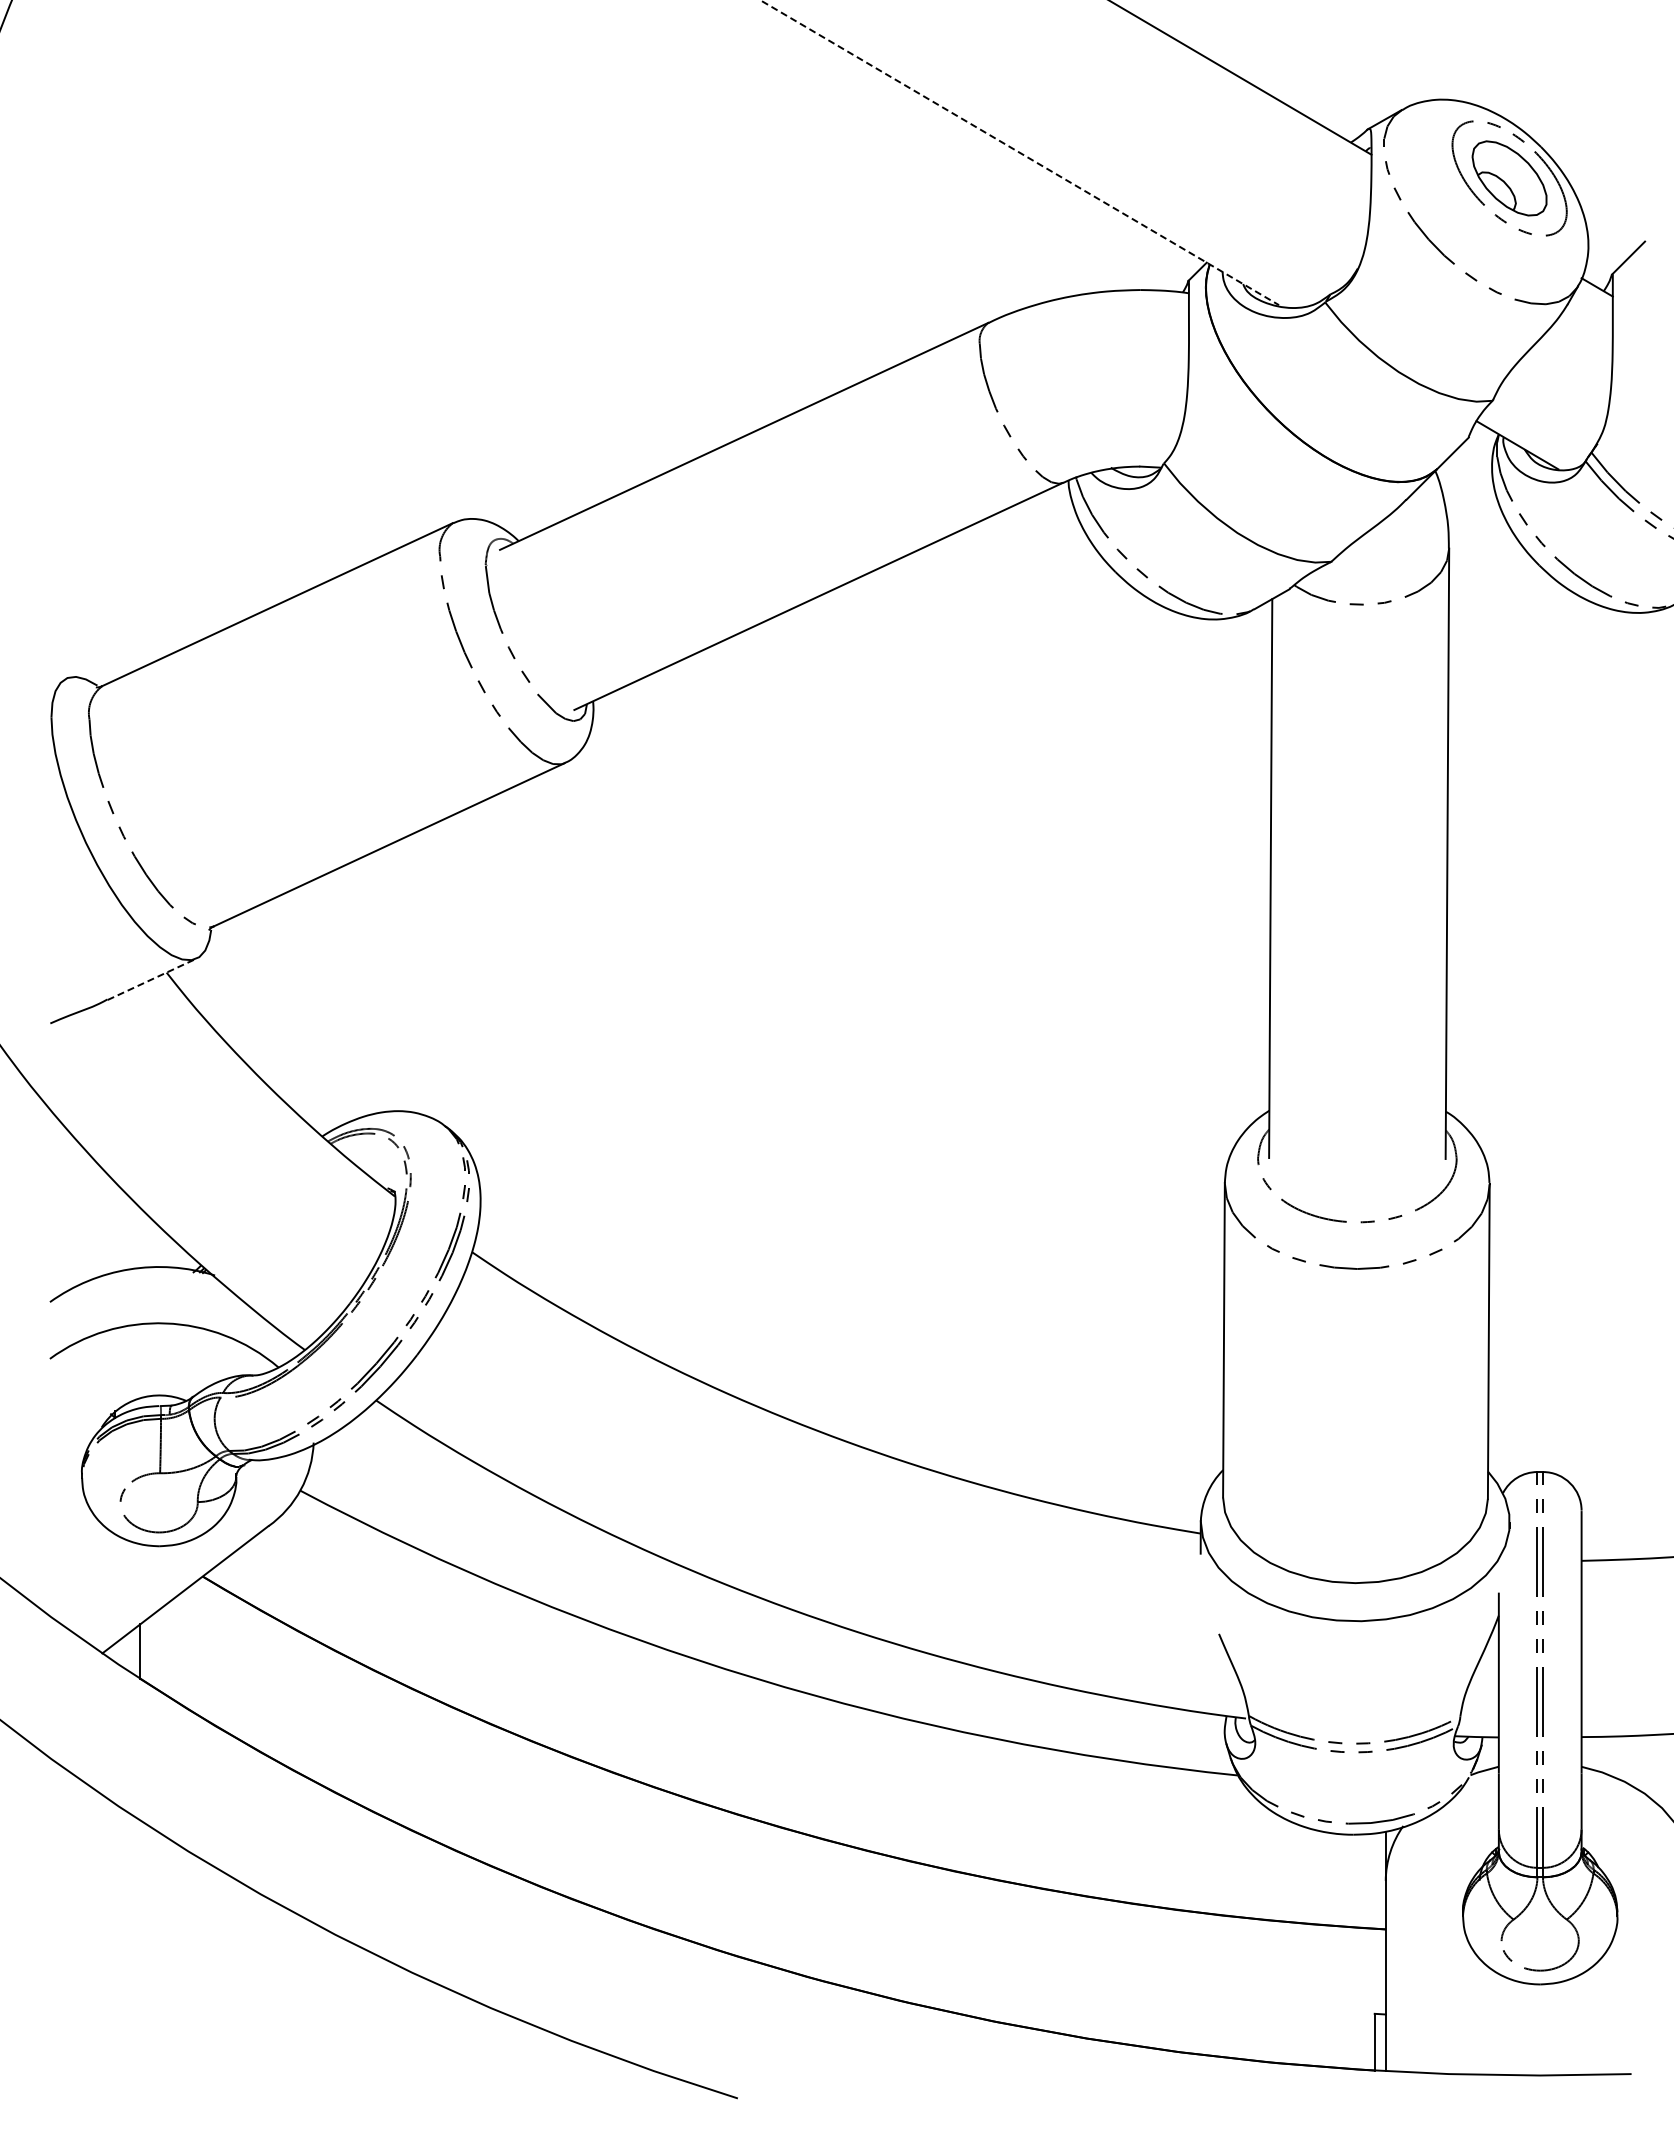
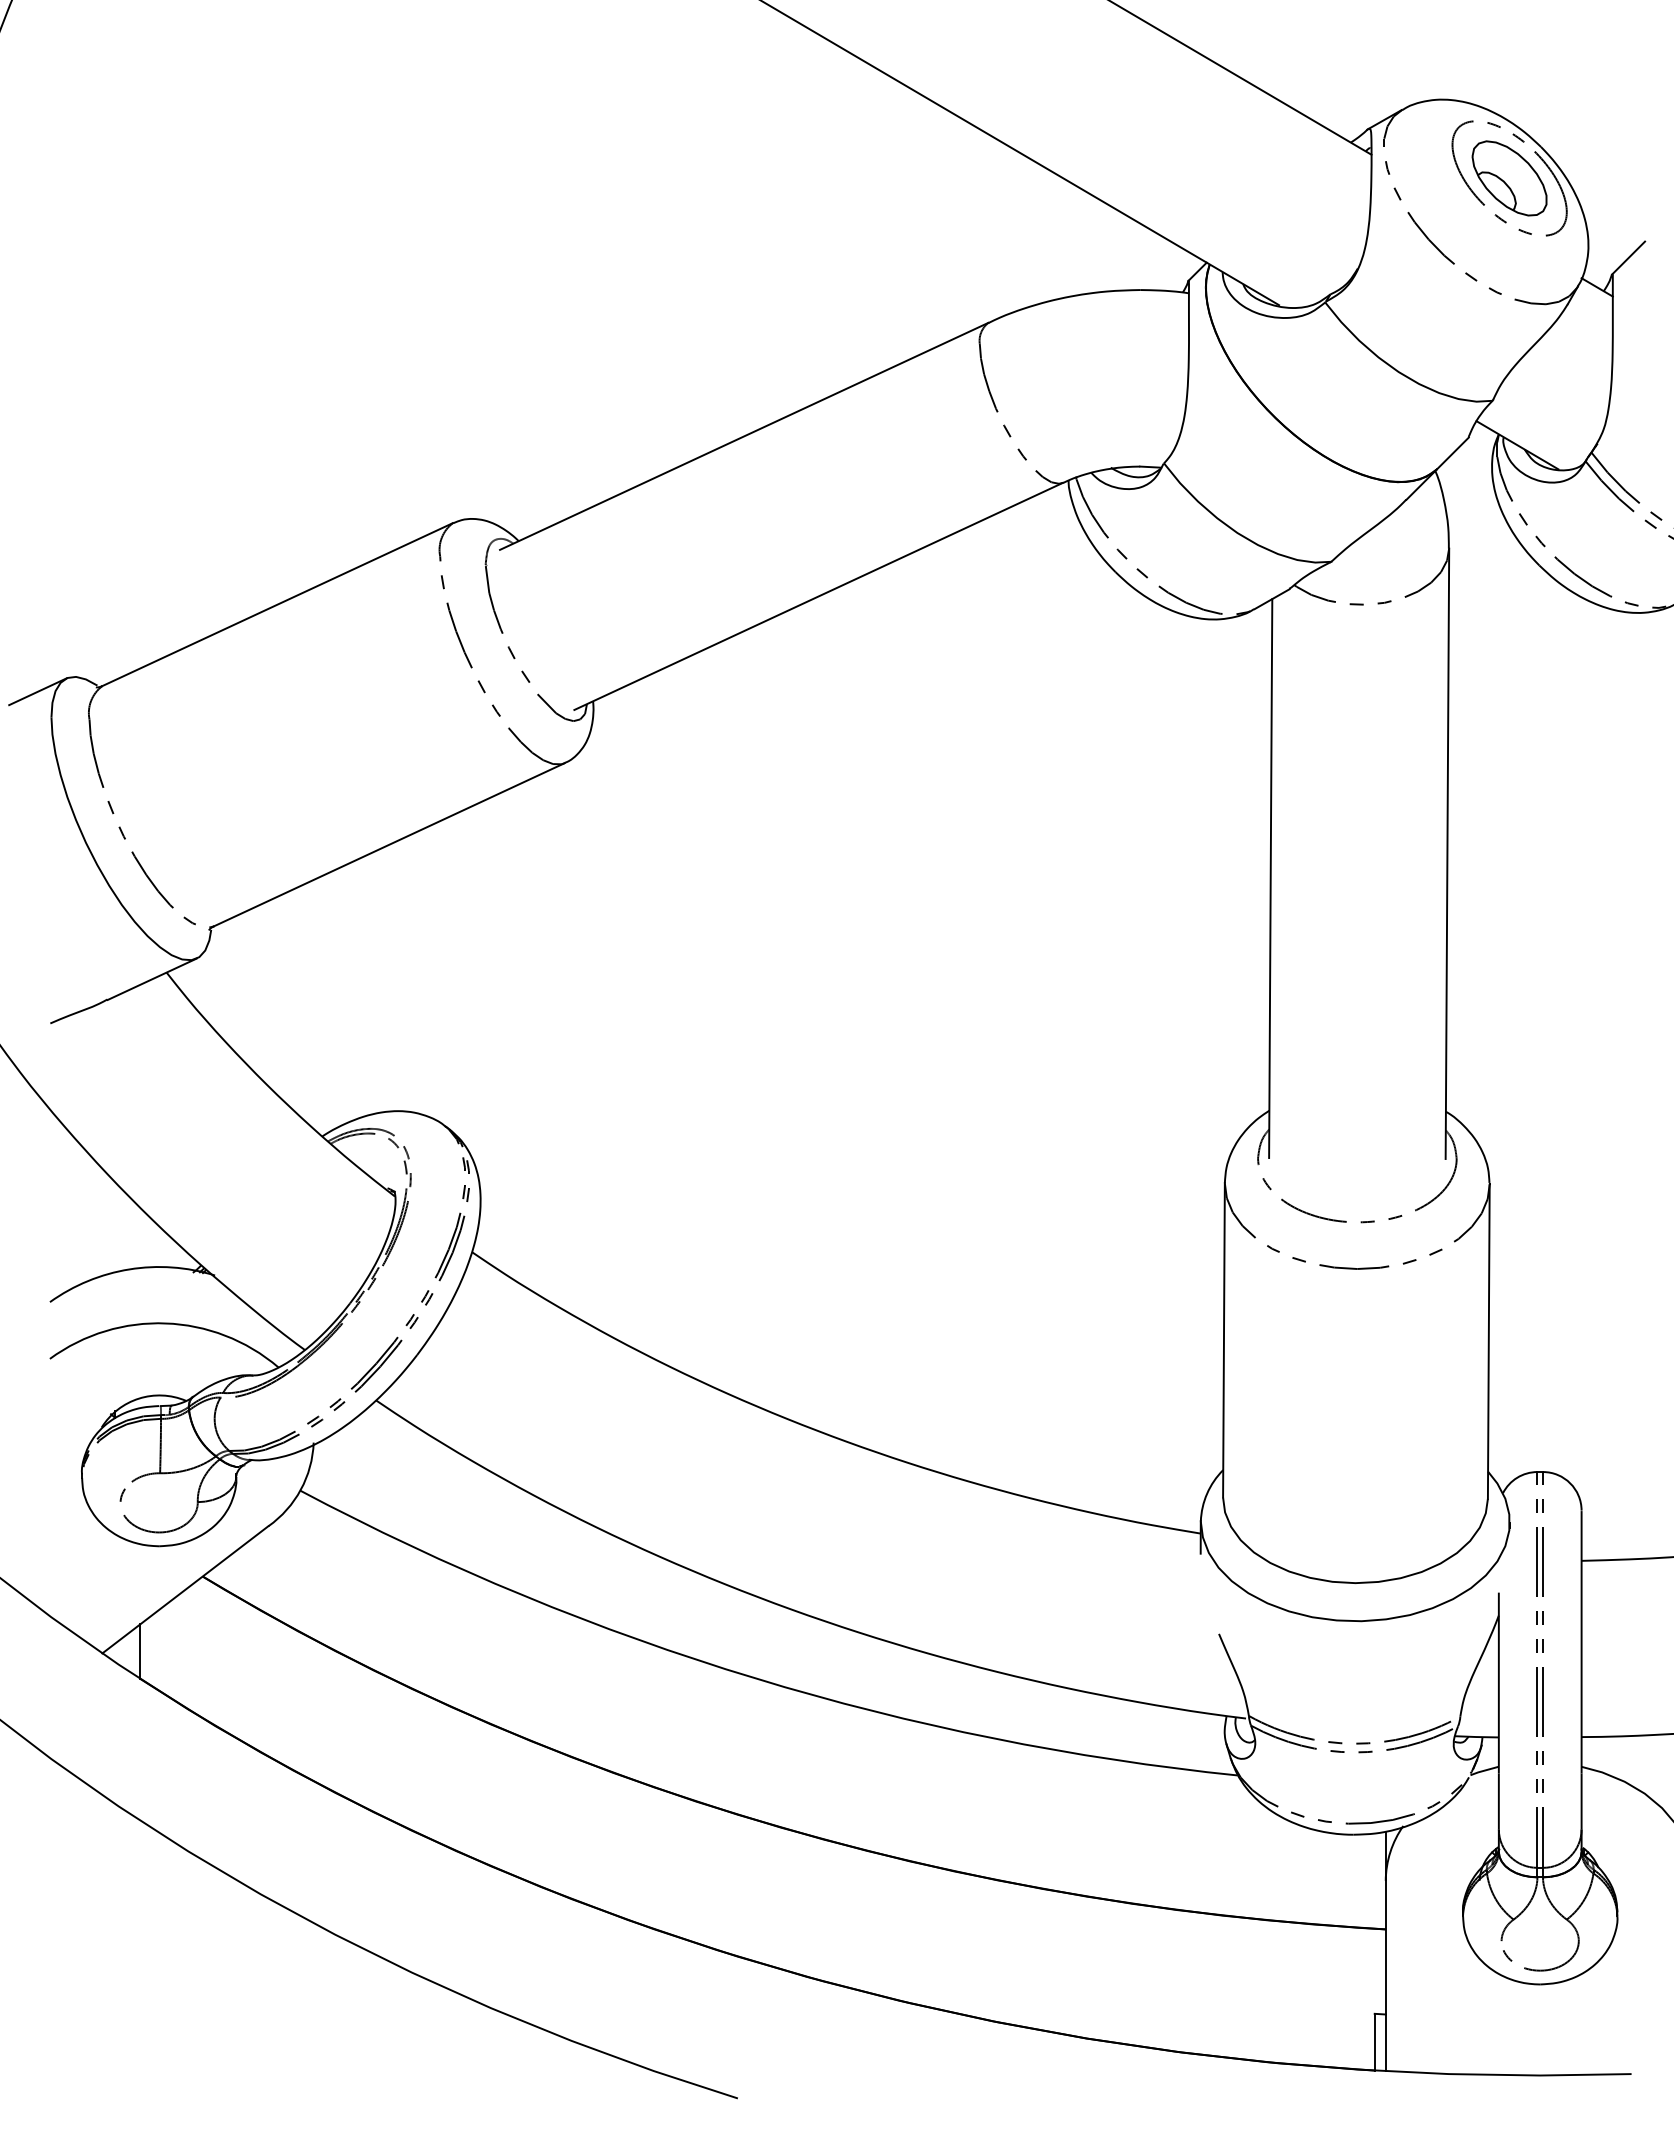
line at (1019, 152): dashed -> solid
line at (37, 691): none -> present
line at (152, 979): dashed -> solid
